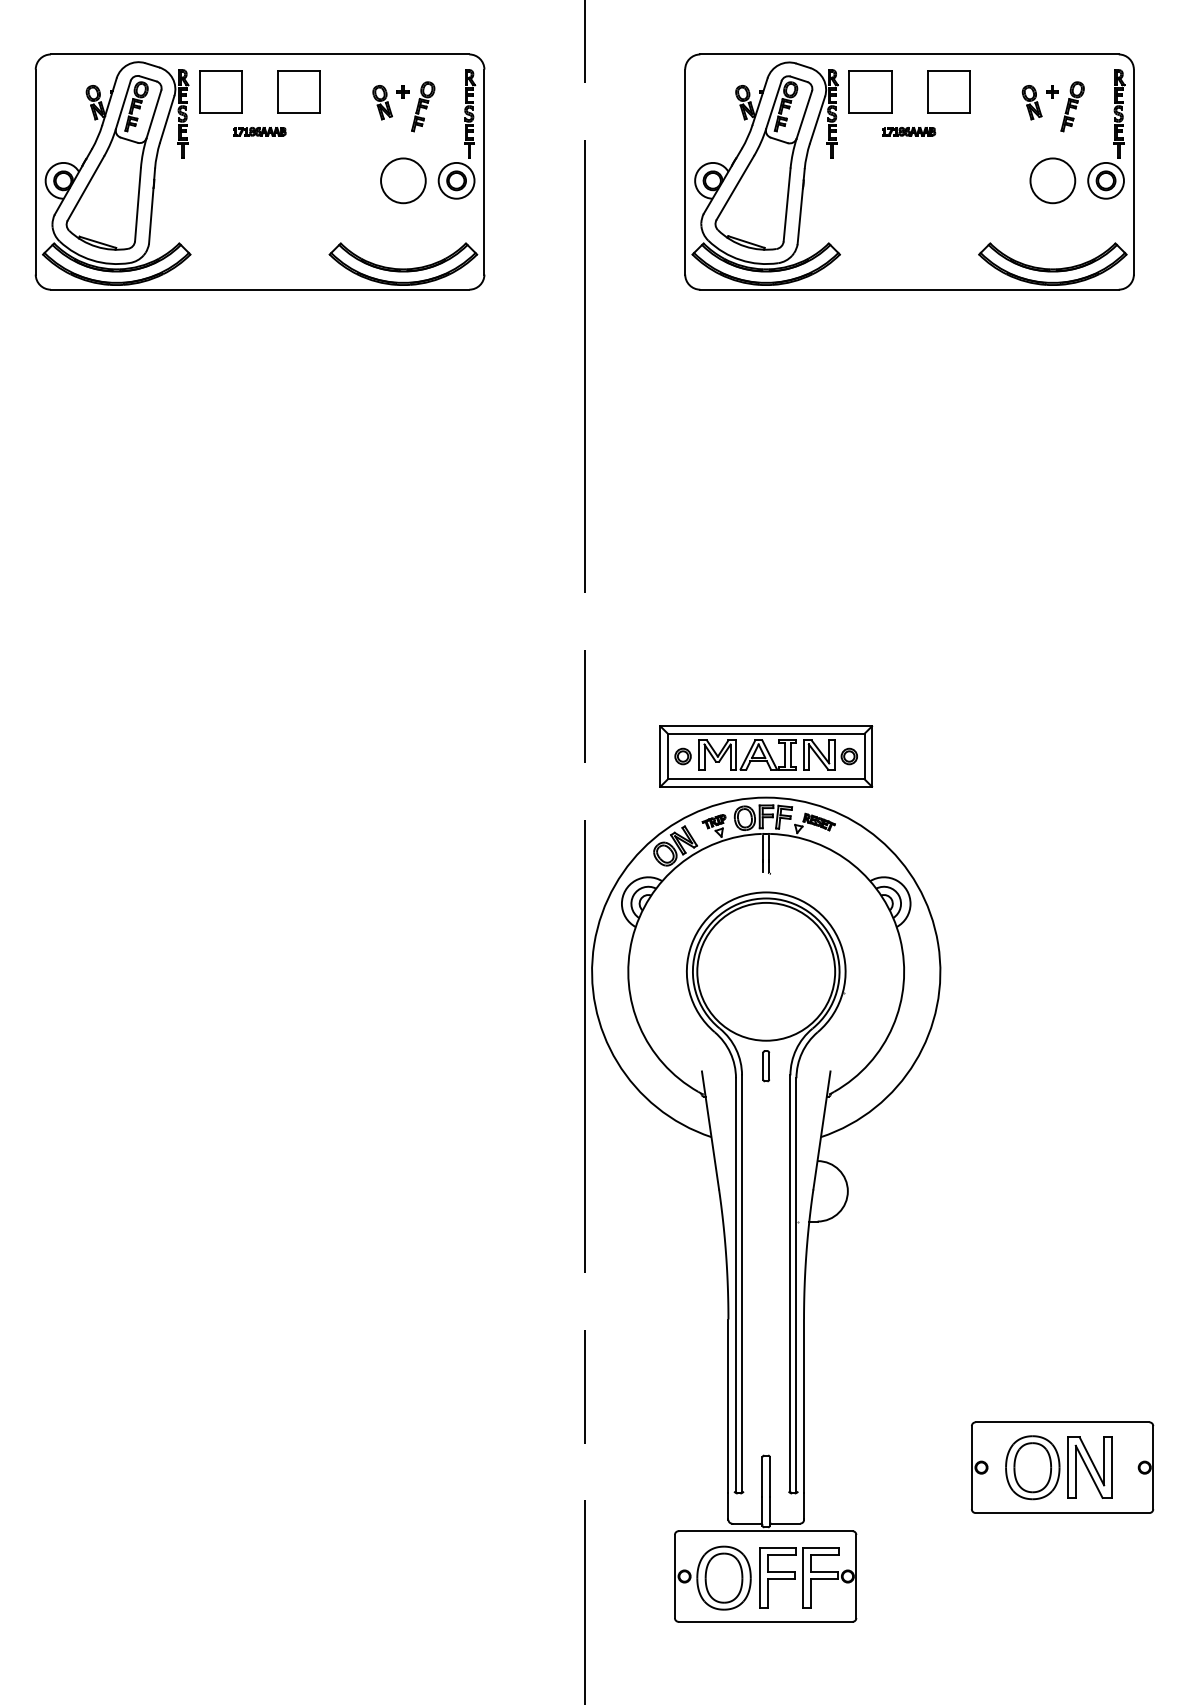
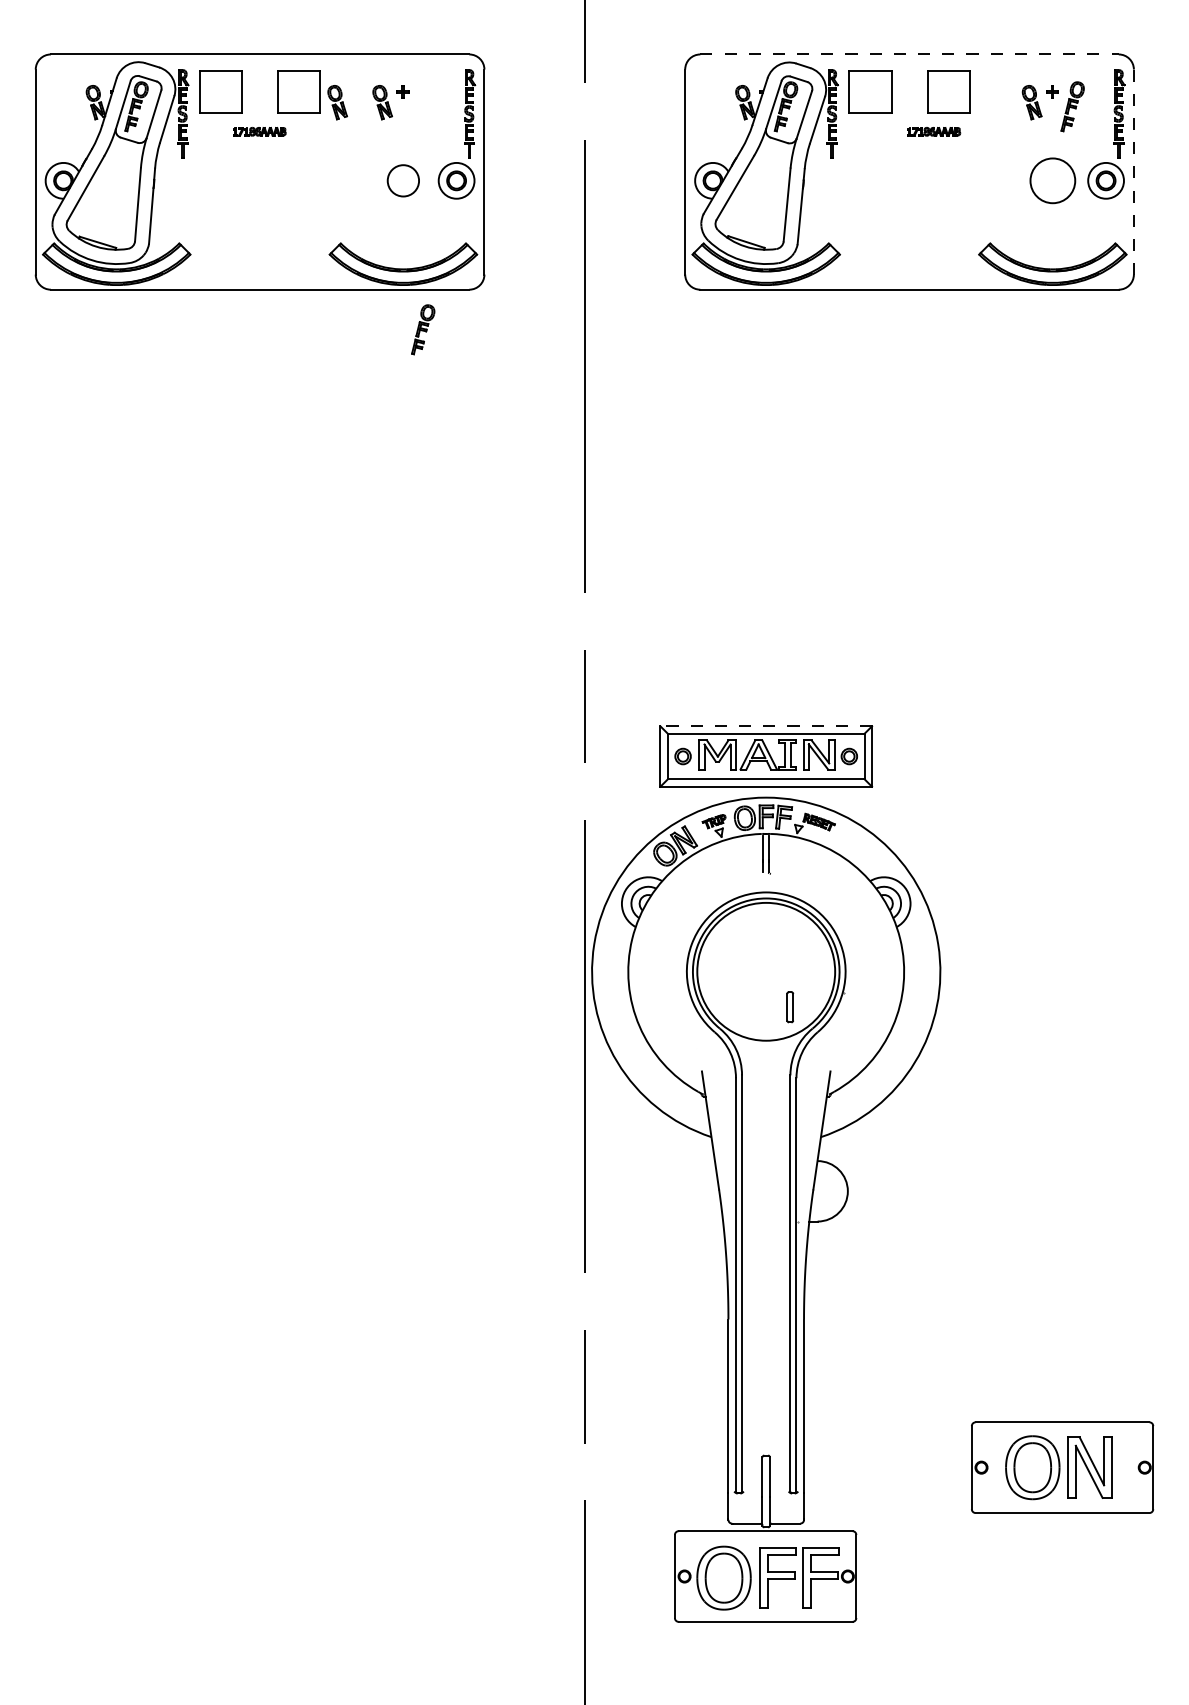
line at (910, 54): solid -> dashed
part at (337, 102): none -> present
part at (423, 106) position: (423, 106) -> (423, 329)
part at (909, 131) position: (909, 131) -> (934, 131)
line at (1133, 172): solid -> dashed
circle at (403, 180) diameter: 45 px -> 31 px
line at (766, 726): solid -> dashed
part at (766, 1066) position: (766, 1066) -> (790, 1007)
